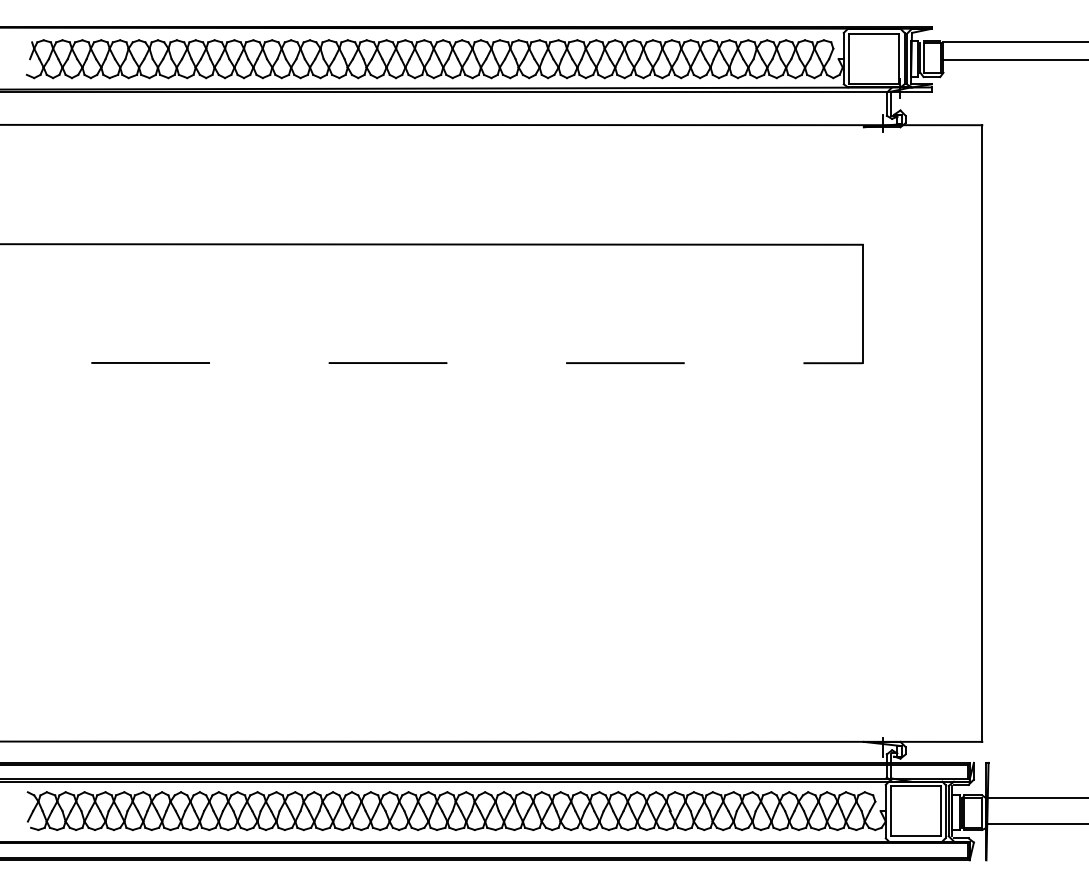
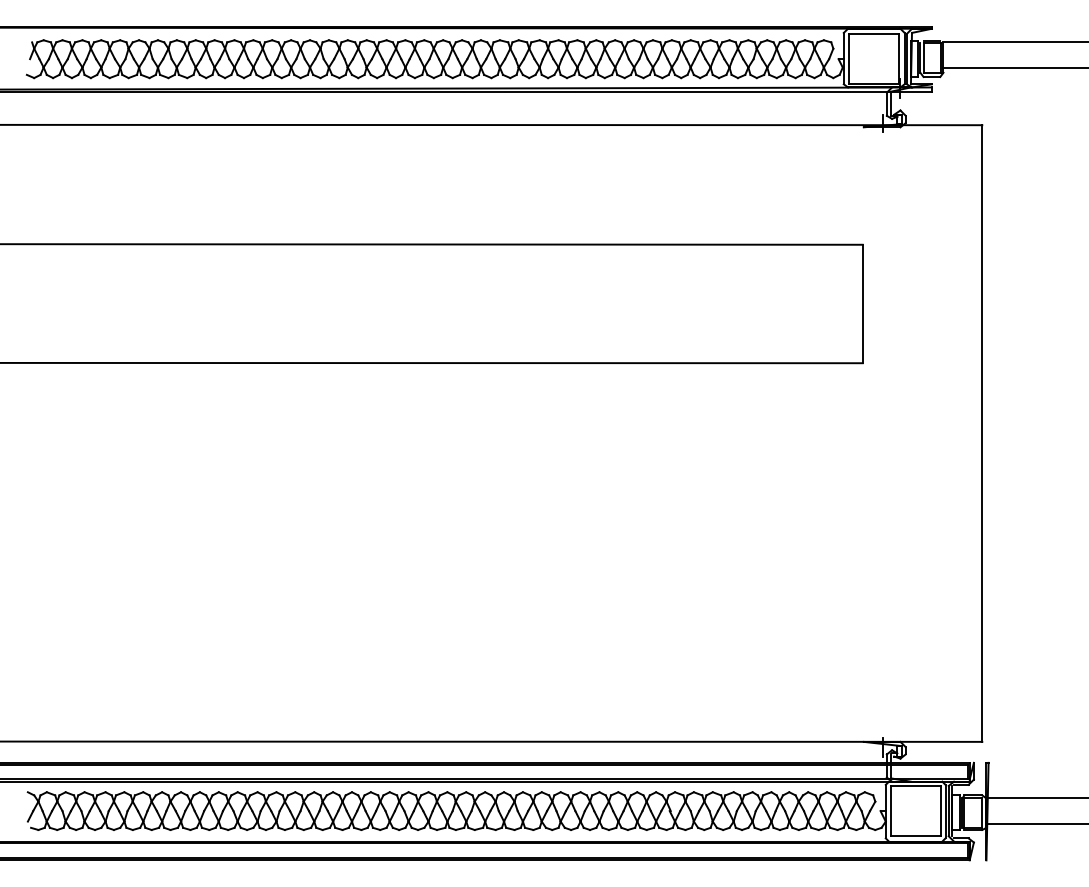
line at (1014, 59) position: (1014, 59) -> (1014, 67)
line at (431, 363): dashed -> solid
